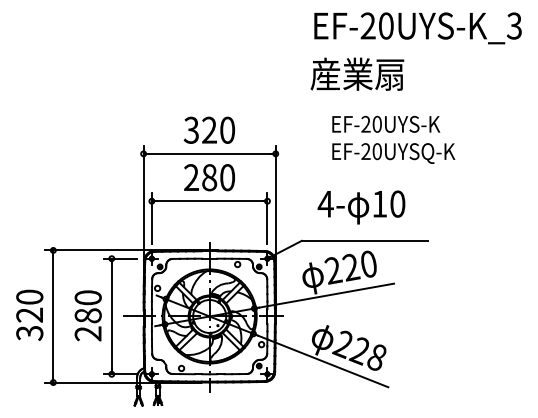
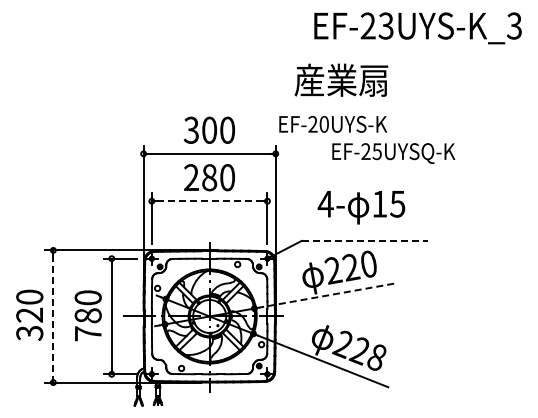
text at (385, 25): EF-20UYS-K_3 -> EF-23UYS-K_3
text at (357, 73) position: (357, 73) -> (341, 79)
text at (386, 123) position: (386, 123) -> (333, 123)
text at (209, 129): 320 -> 300
text at (376, 151): EF-20UYSQ-K -> EF-25UYSQ-K
line at (209, 201): solid -> dashed
text at (397, 203): 10 -> 15
line at (365, 240): solid -> dashed
line at (326, 295): solid -> dashed
line at (53, 316): solid -> dashed
text at (87, 333): 280 -> 780
